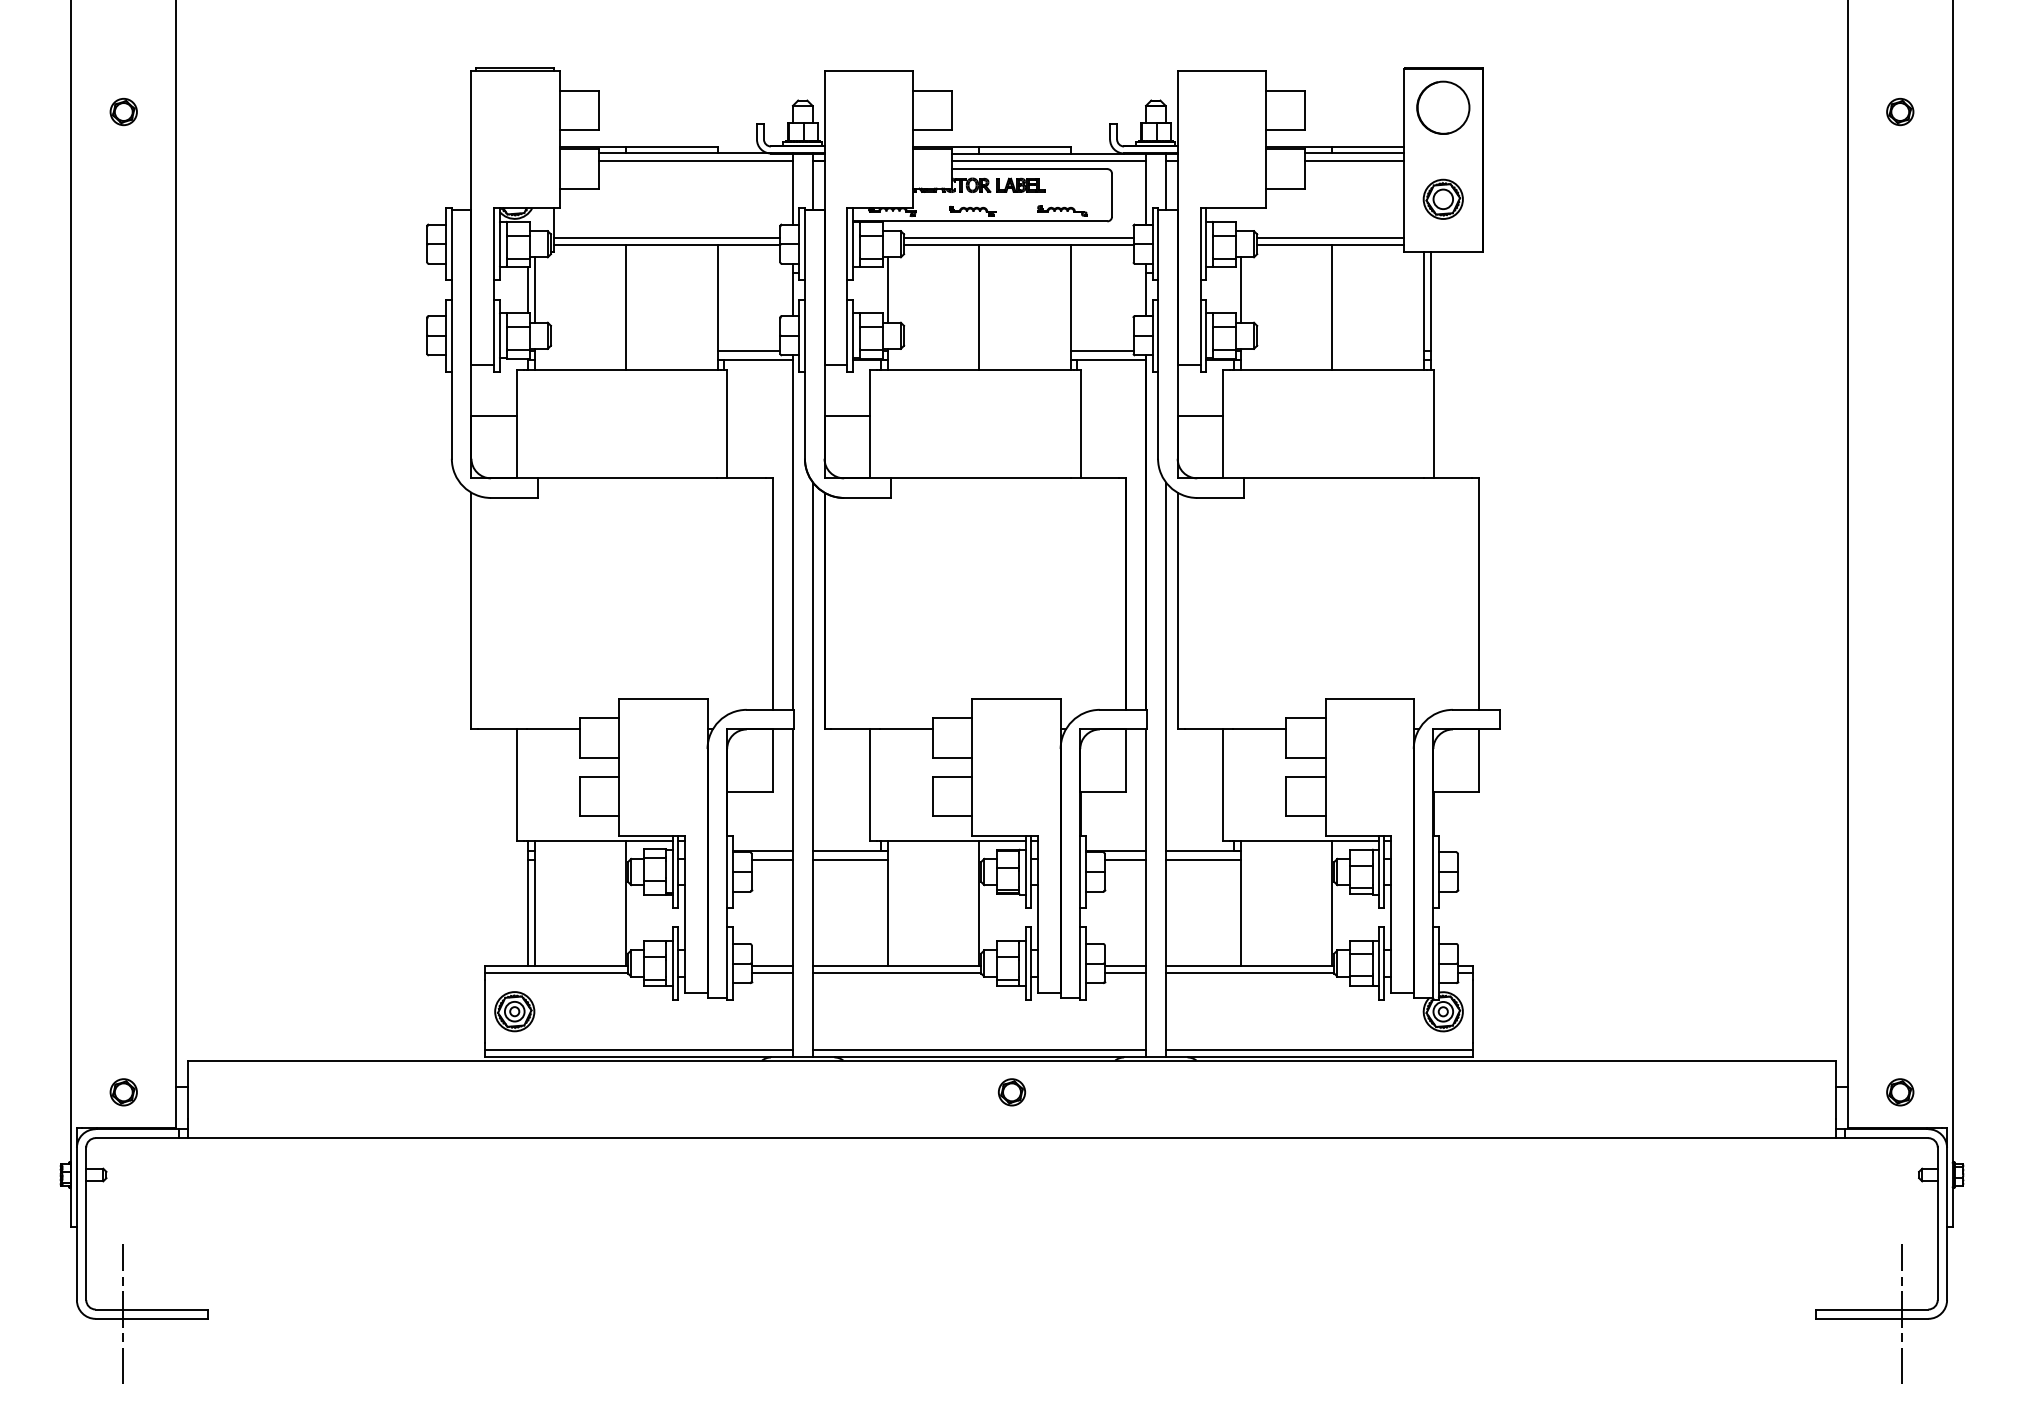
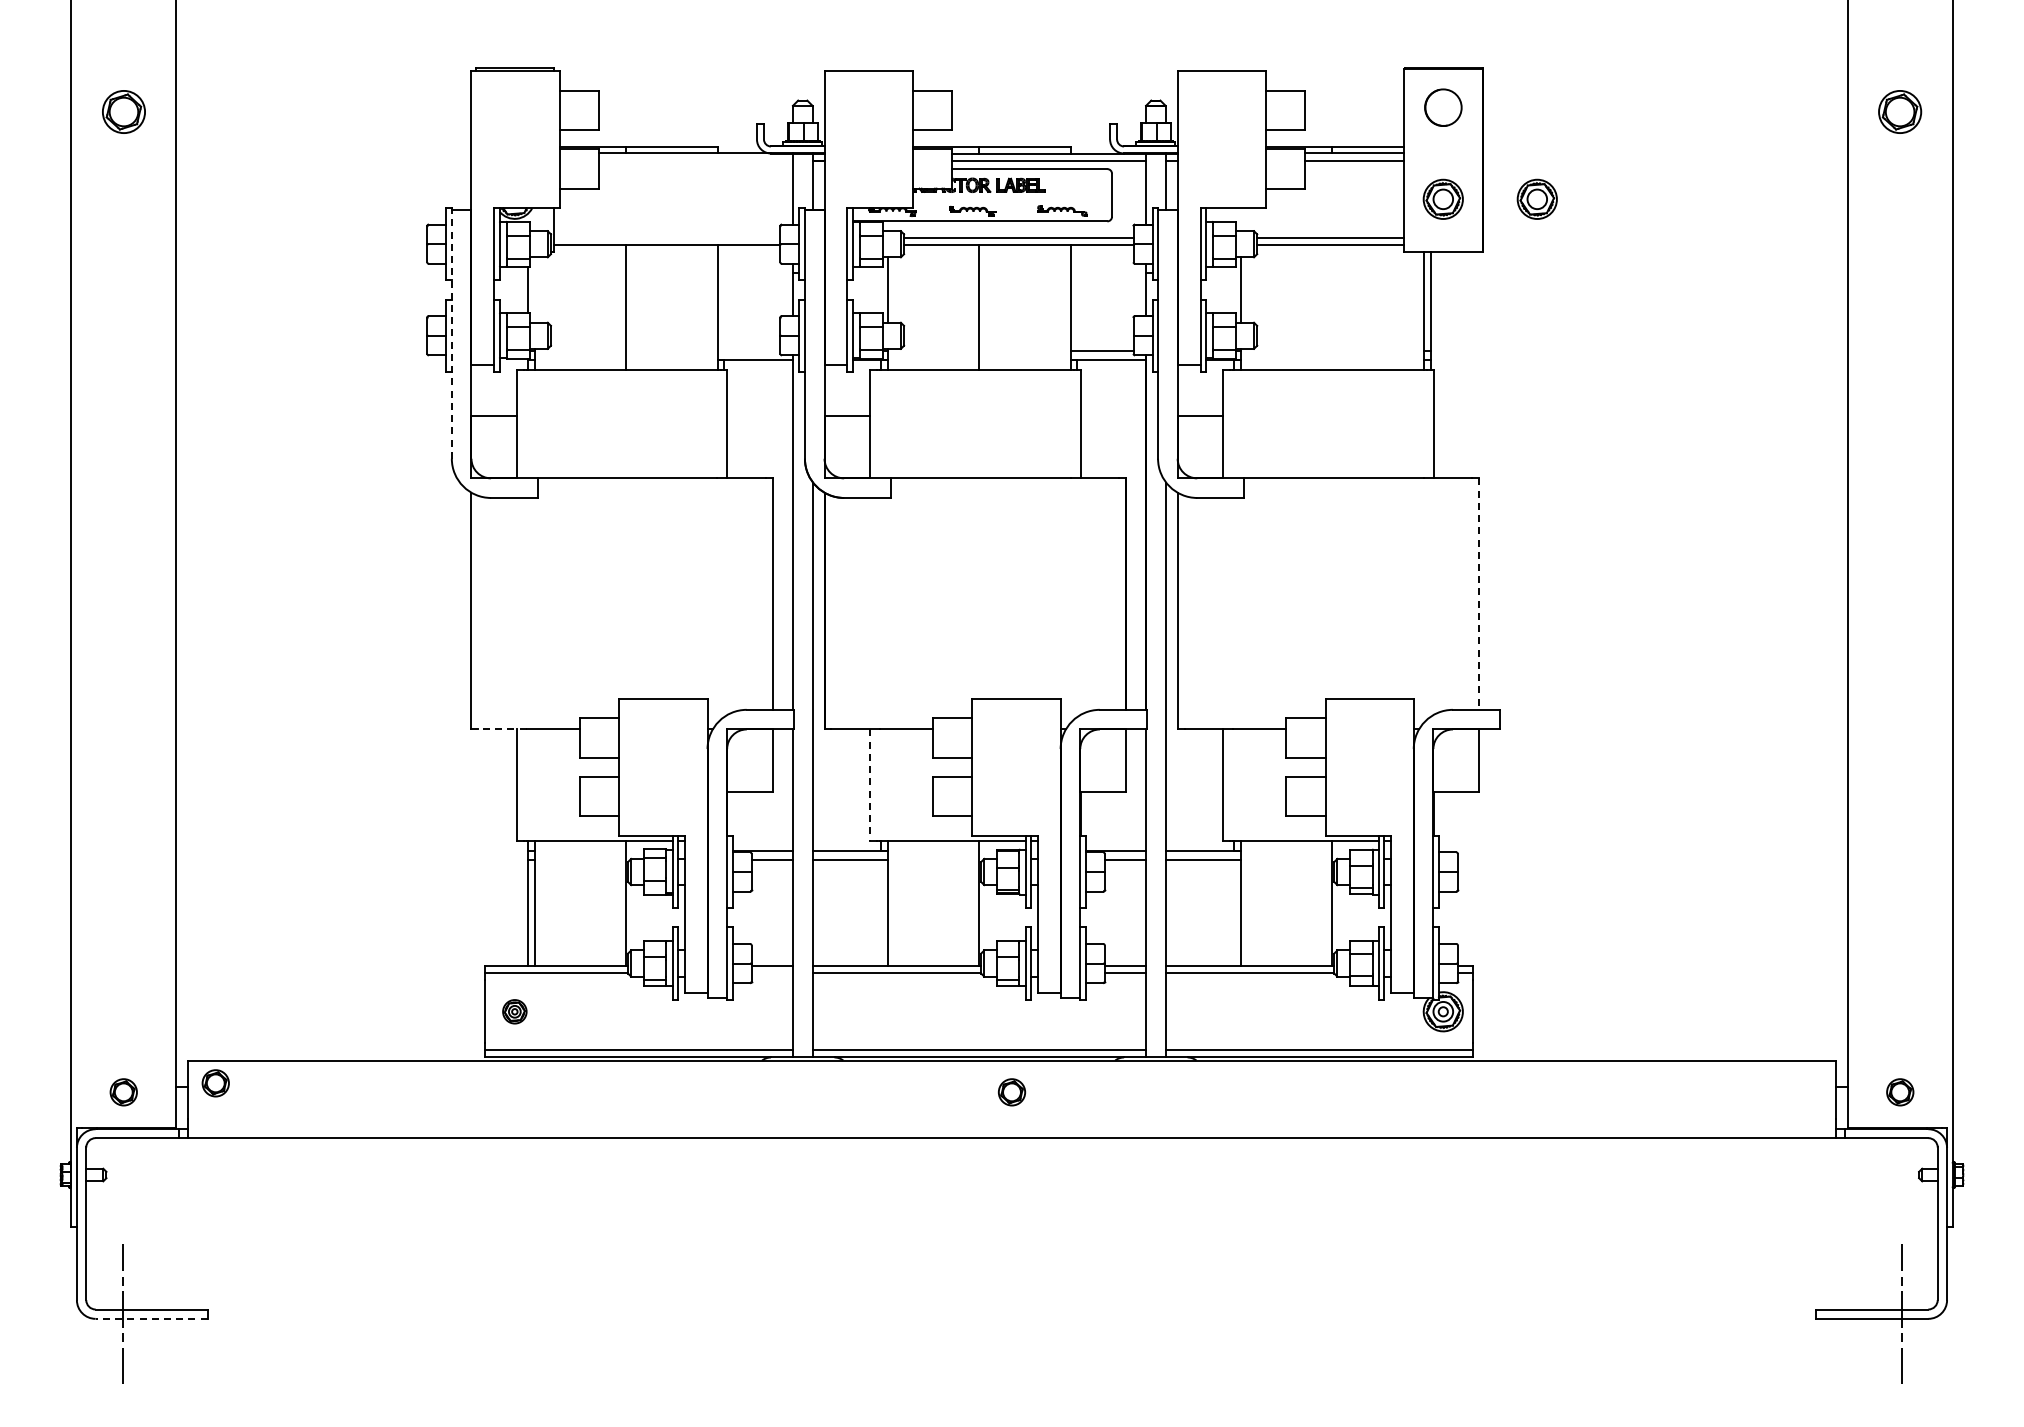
circle at (1443, 107) size: 55x55 px -> 39x39 px
part at (123, 111) size: 29x30 px -> 44x44 px
part at (1900, 111) size: 29x30 px -> 45x44 px
line at (695, 160): present -> none
part at (1536, 198): none -> present
line at (667, 238): present -> none
line at (534, 289): present -> none
line at (1332, 307): present -> none
line at (451, 334): solid -> dashed
line at (748, 351): present -> none
line at (1479, 594): solid -> dashed
line at (501, 729): solid -> dashed
line at (870, 785): solid -> dashed
line at (771, 972): present -> none
part at (514, 1011) size: 42x42 px -> 26x26 px
part at (215, 1083): none -> present
line at (151, 1318): solid -> dashed
